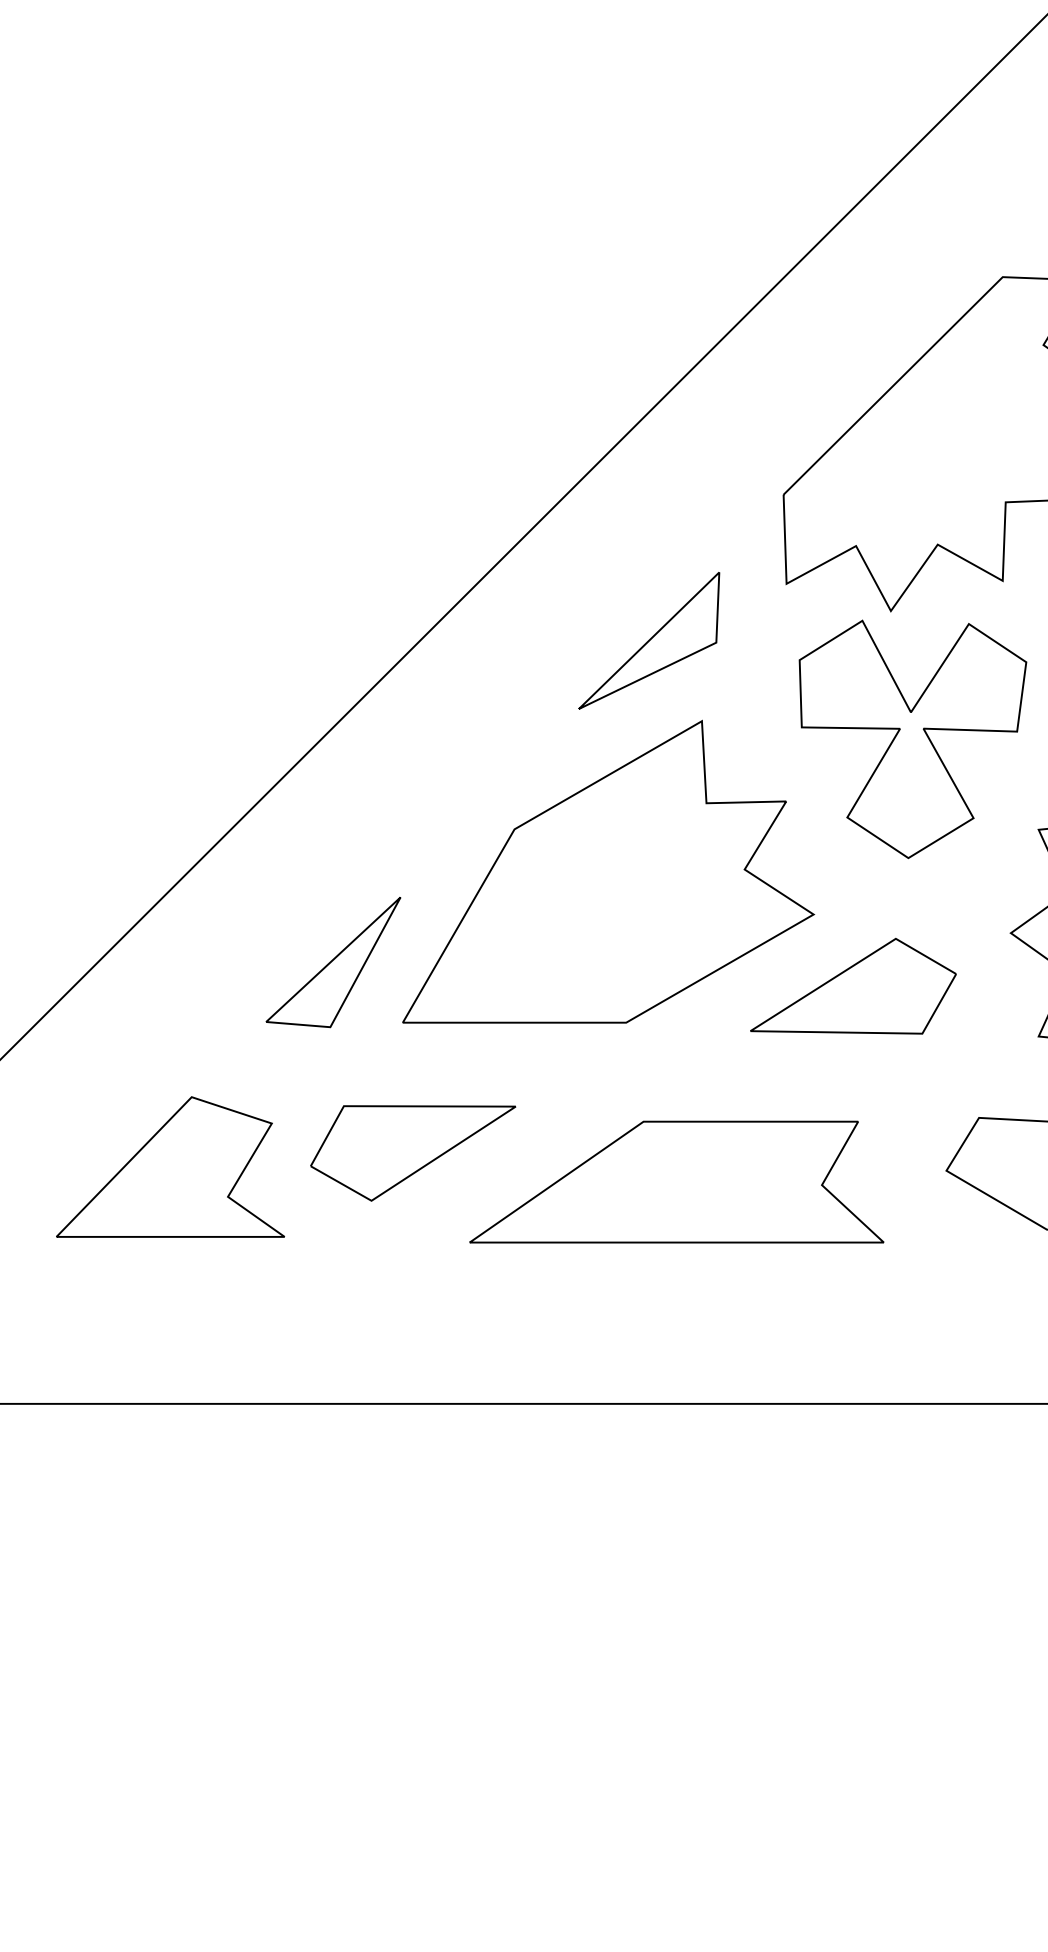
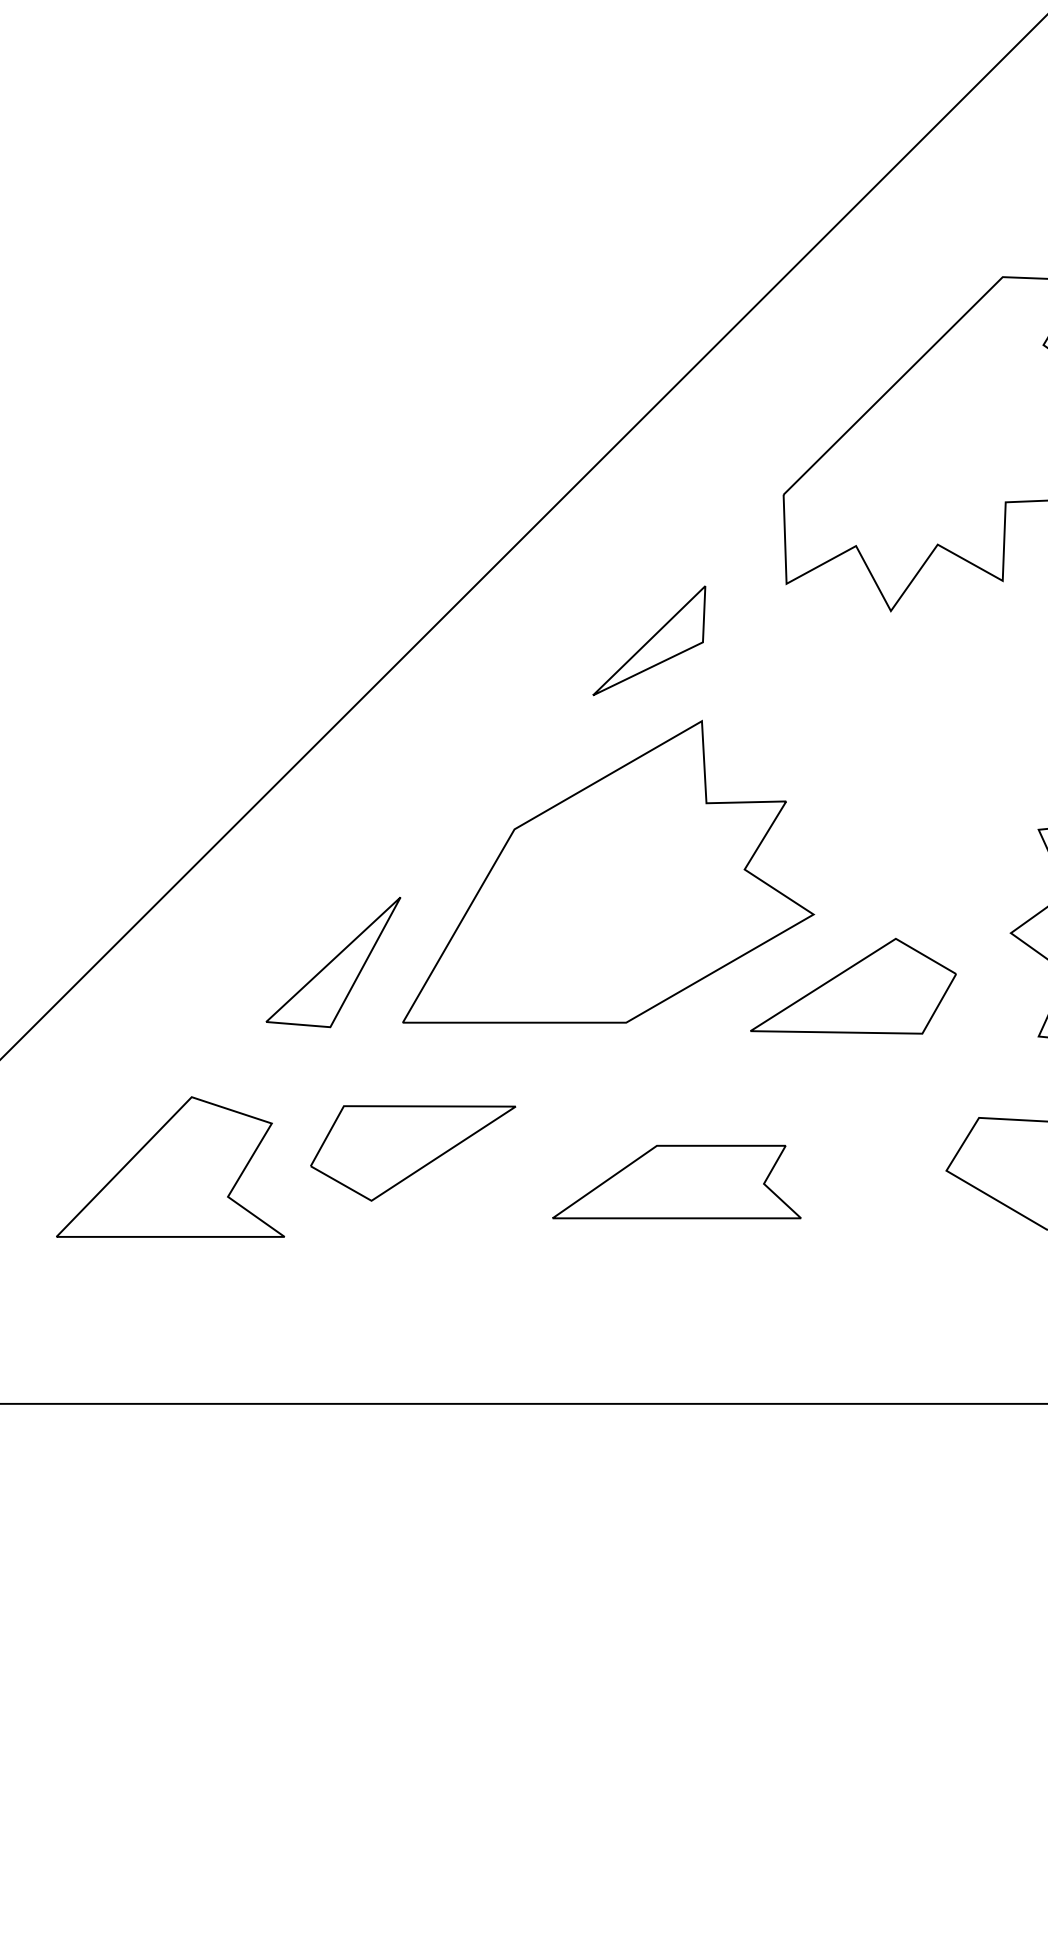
part at (649, 640) size: 143x138 px -> 115x112 px
part at (912, 738): present -> none
part at (676, 1181) size: 416x124 px -> 250x76 px
